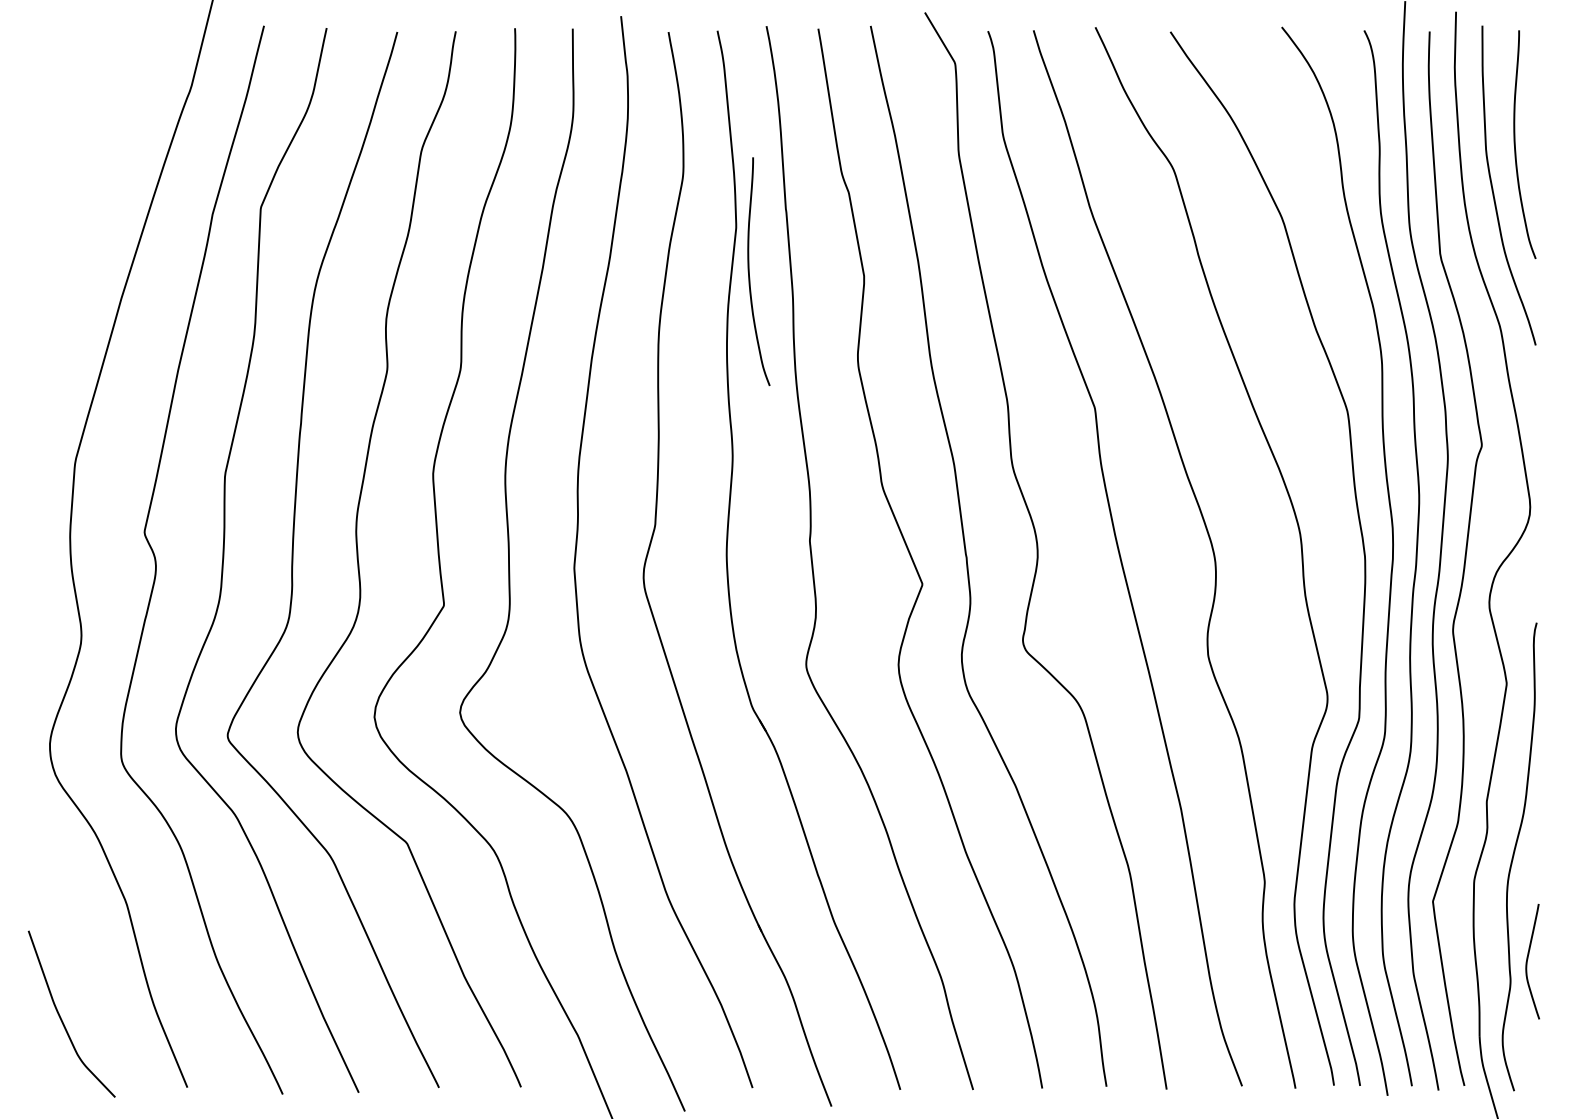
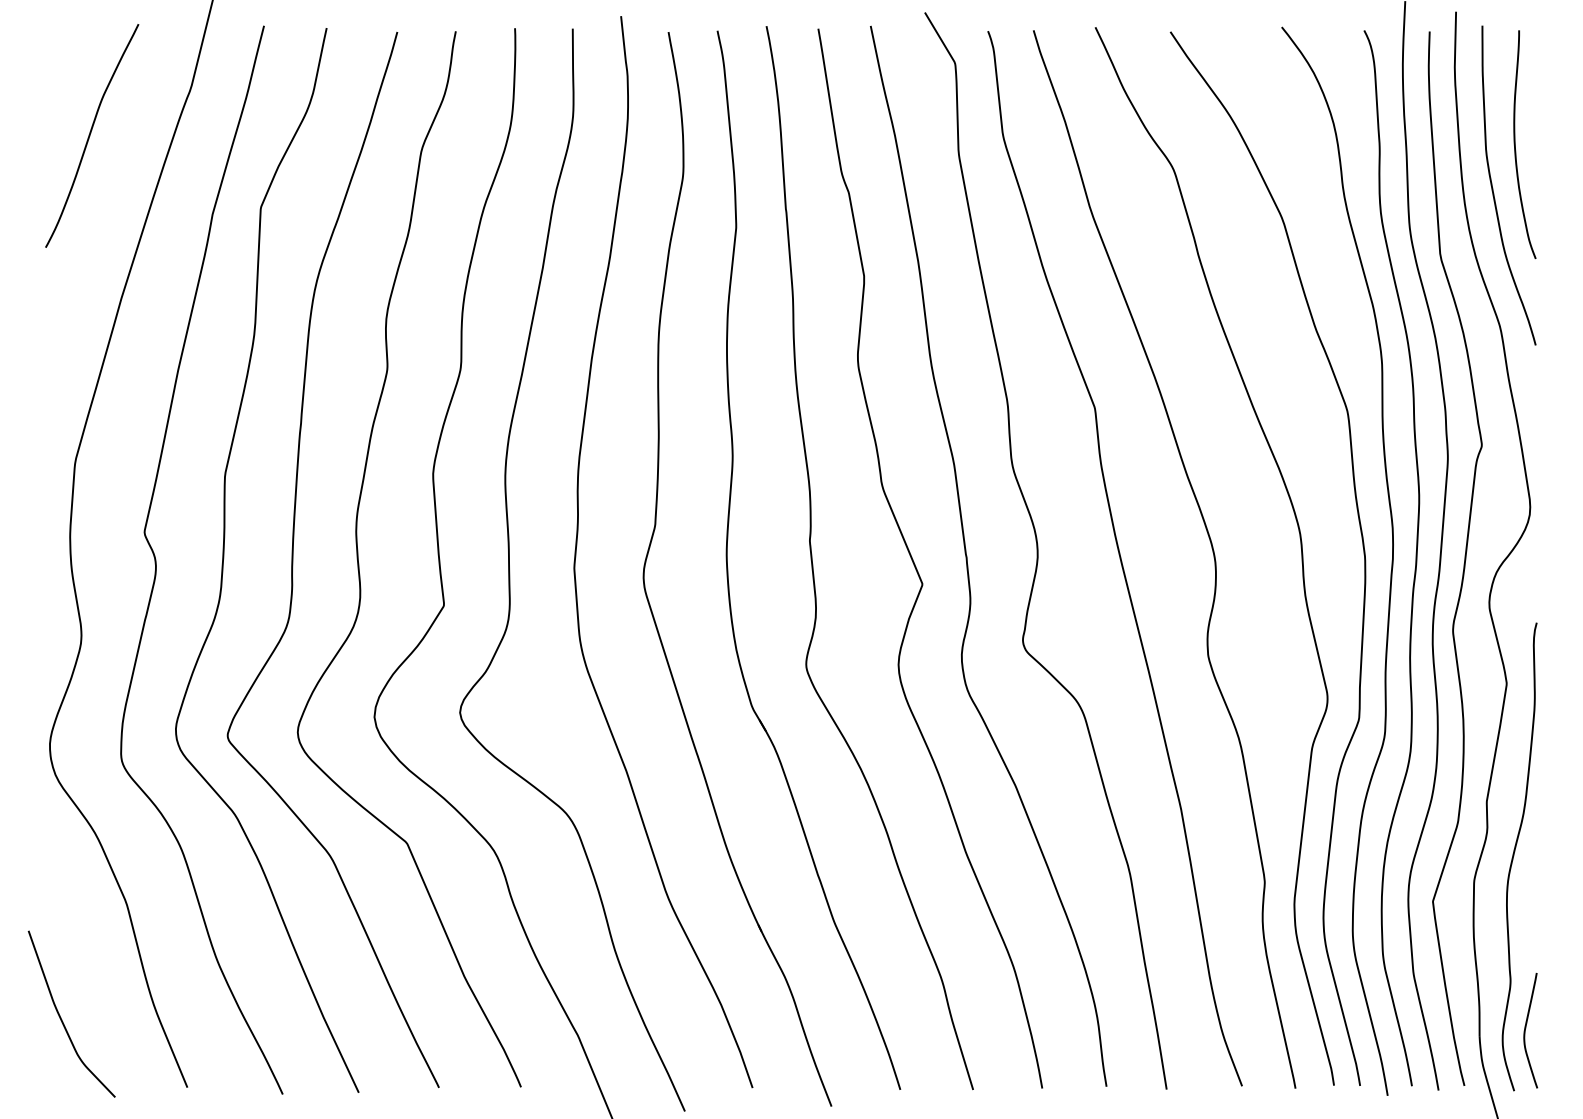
curve at (90, 135): none -> present
curve at (749, 271): present -> none
curve at (1528, 959) position: (1528, 959) -> (1526, 1028)
